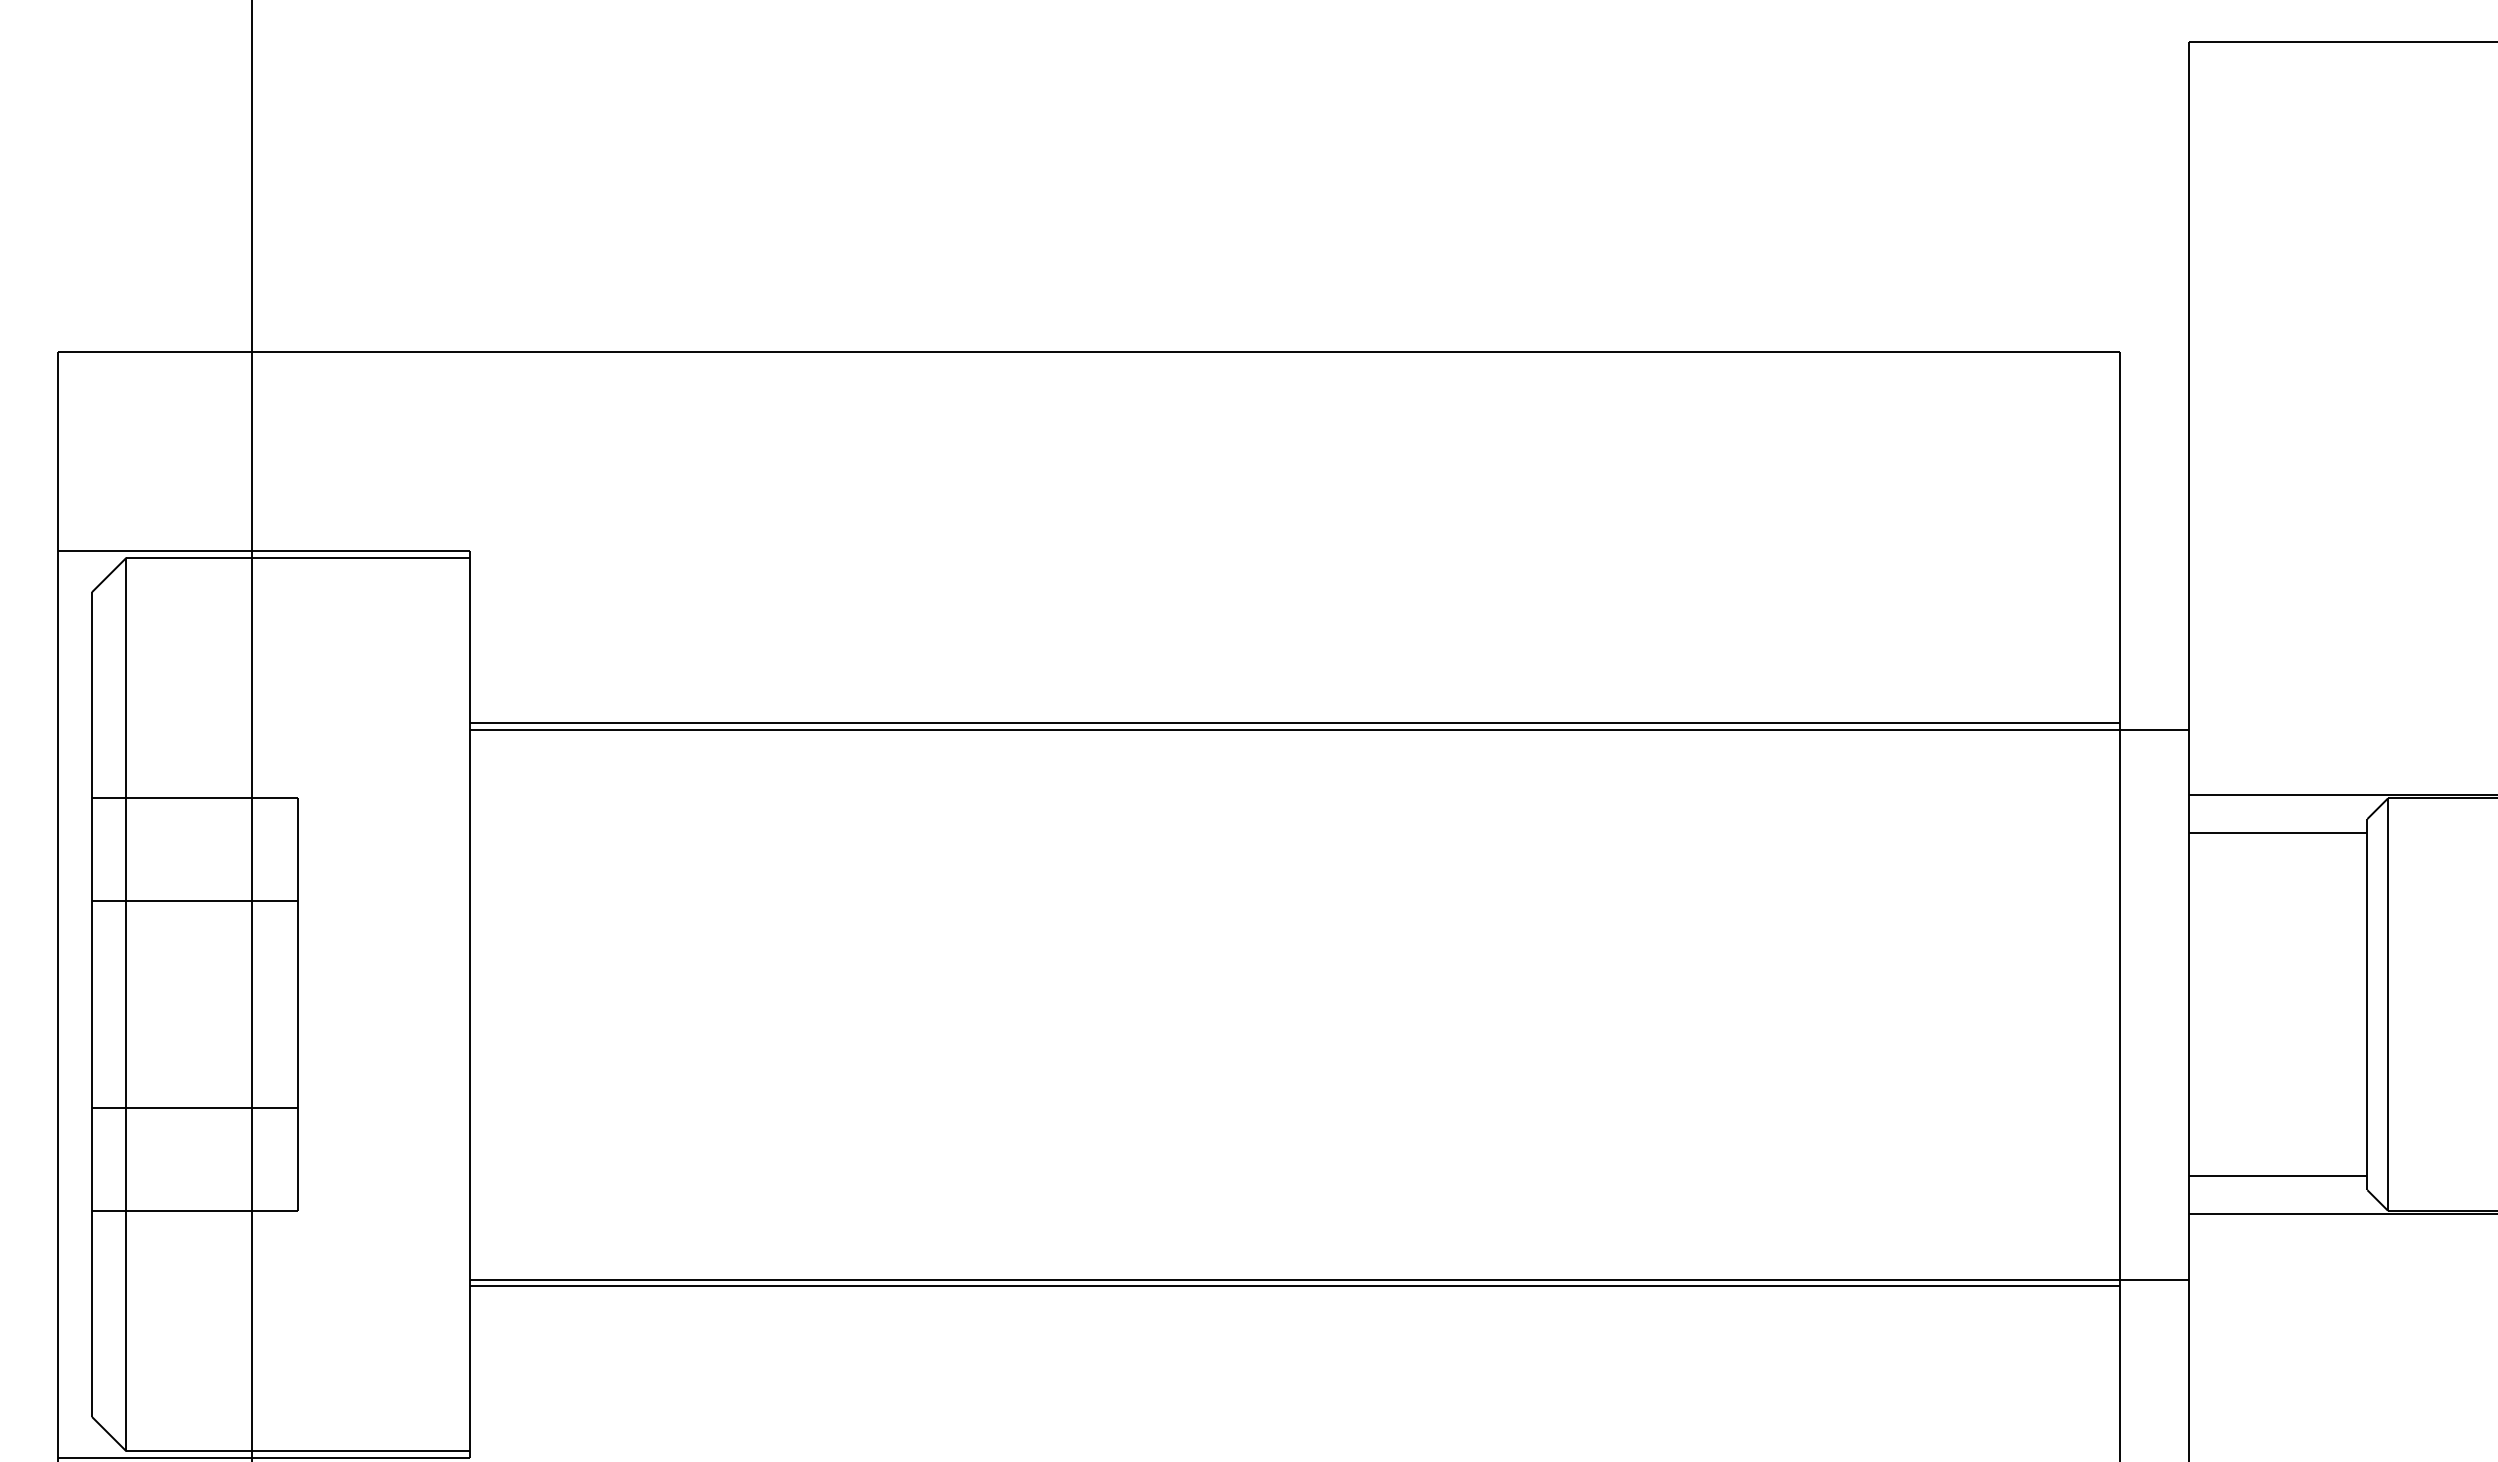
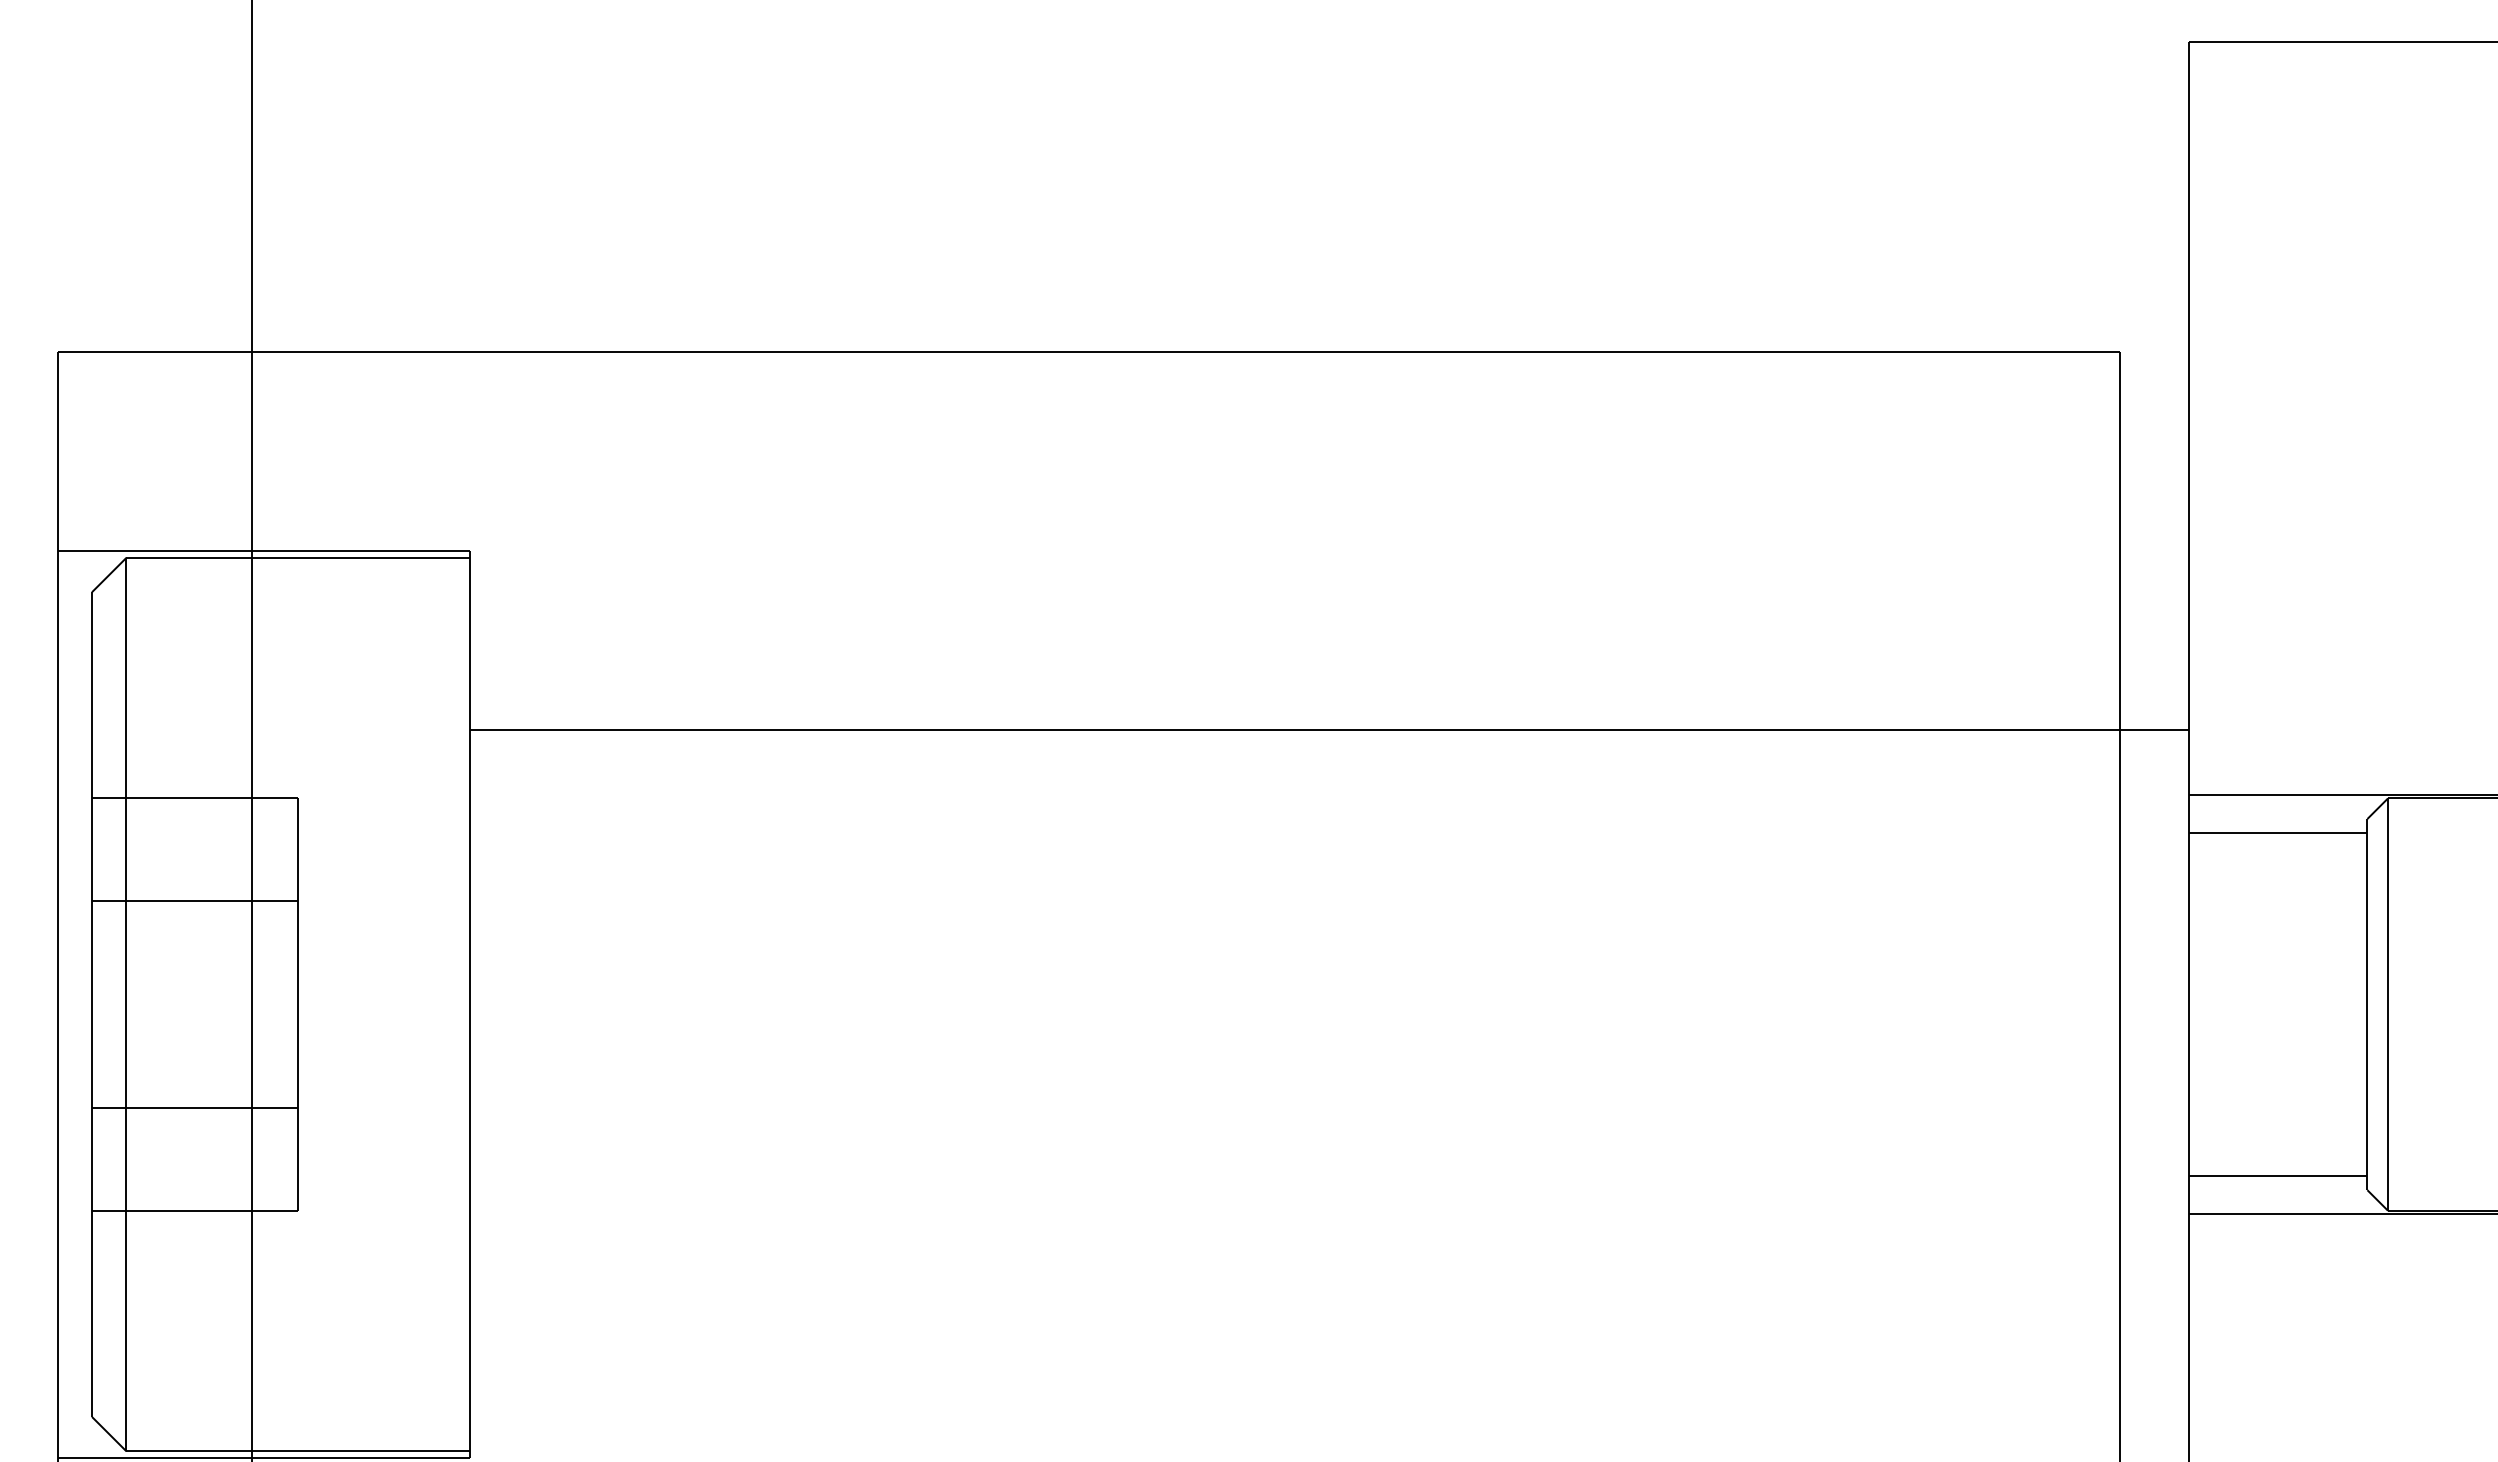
line at (1294, 722): present -> none
line at (1329, 1279): present -> none
line at (1294, 1286): present -> none
